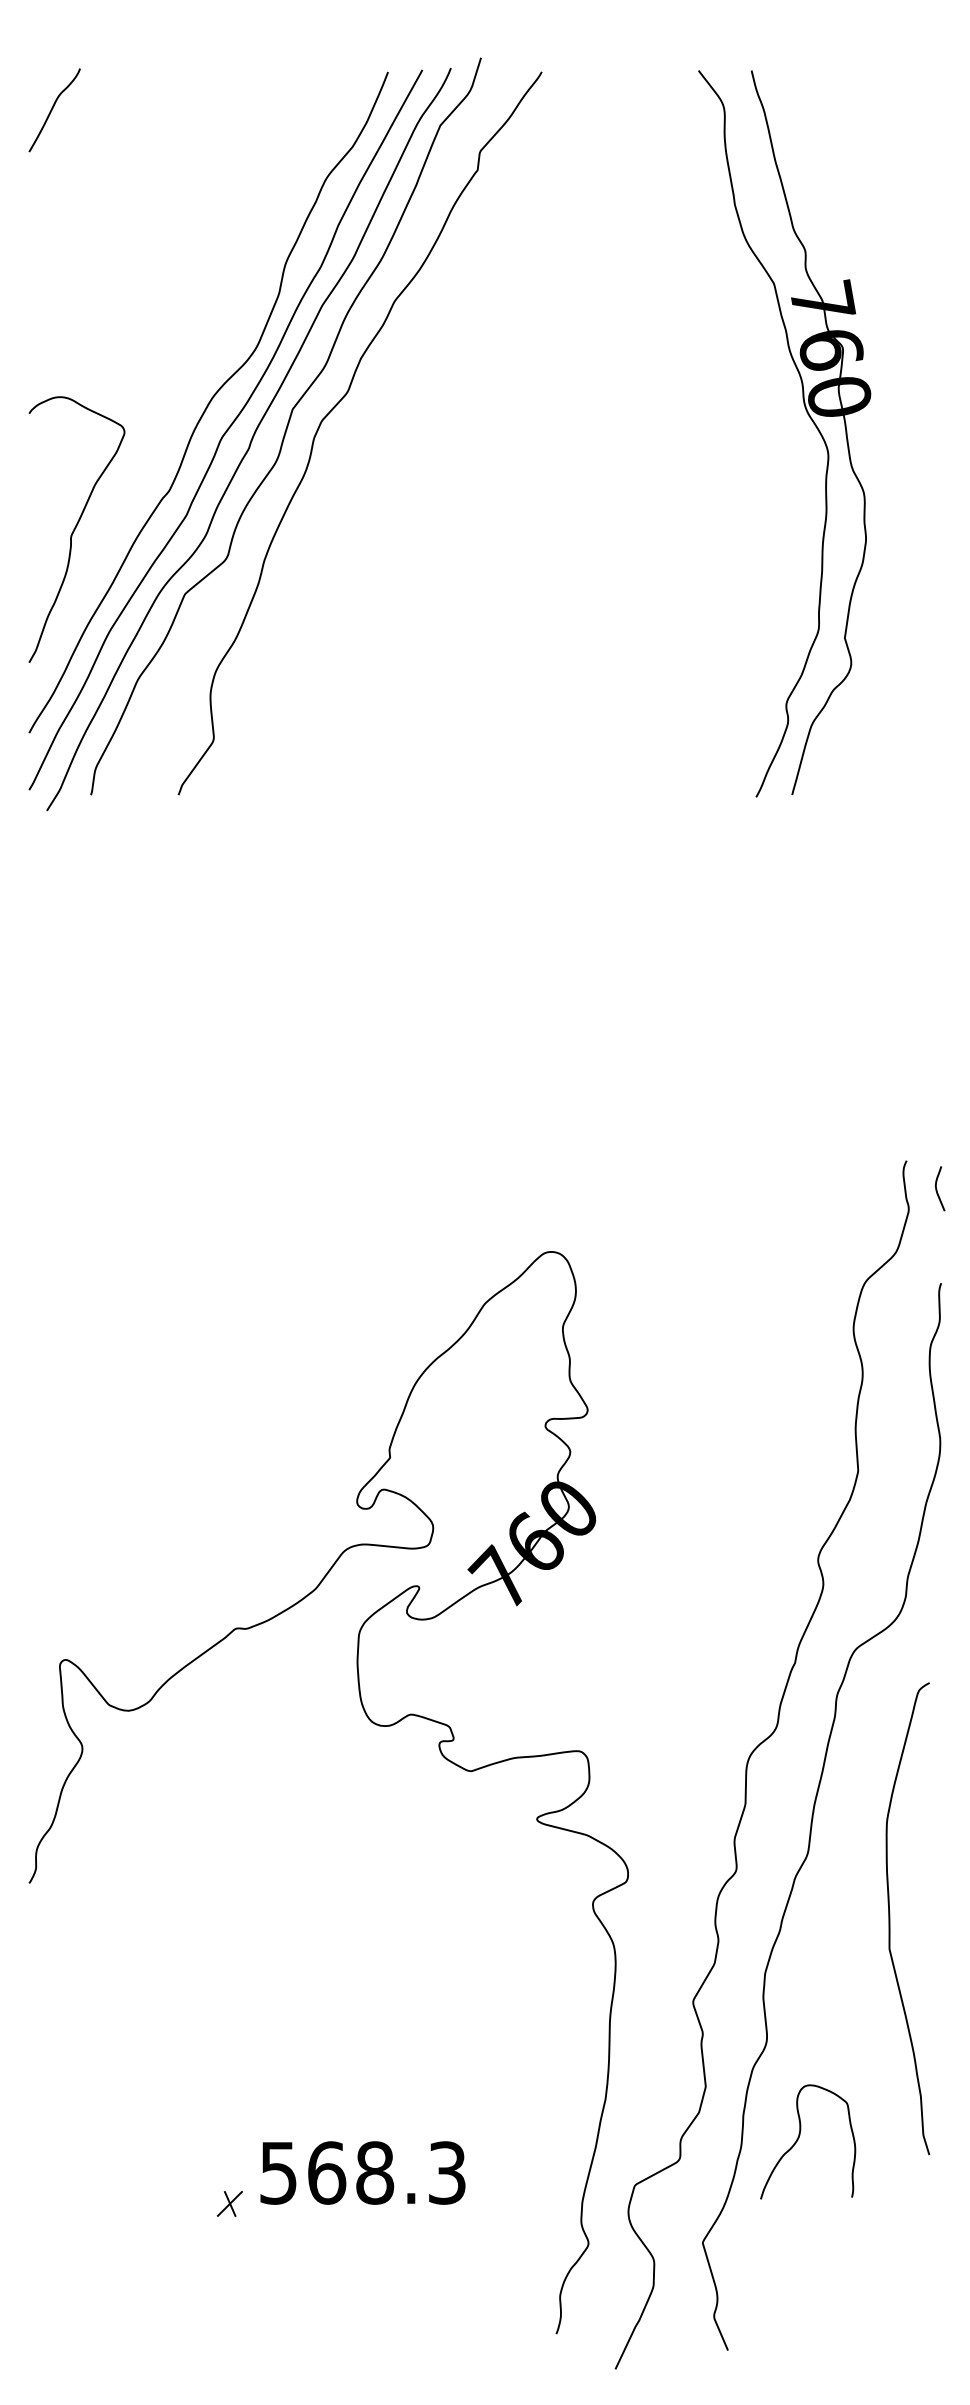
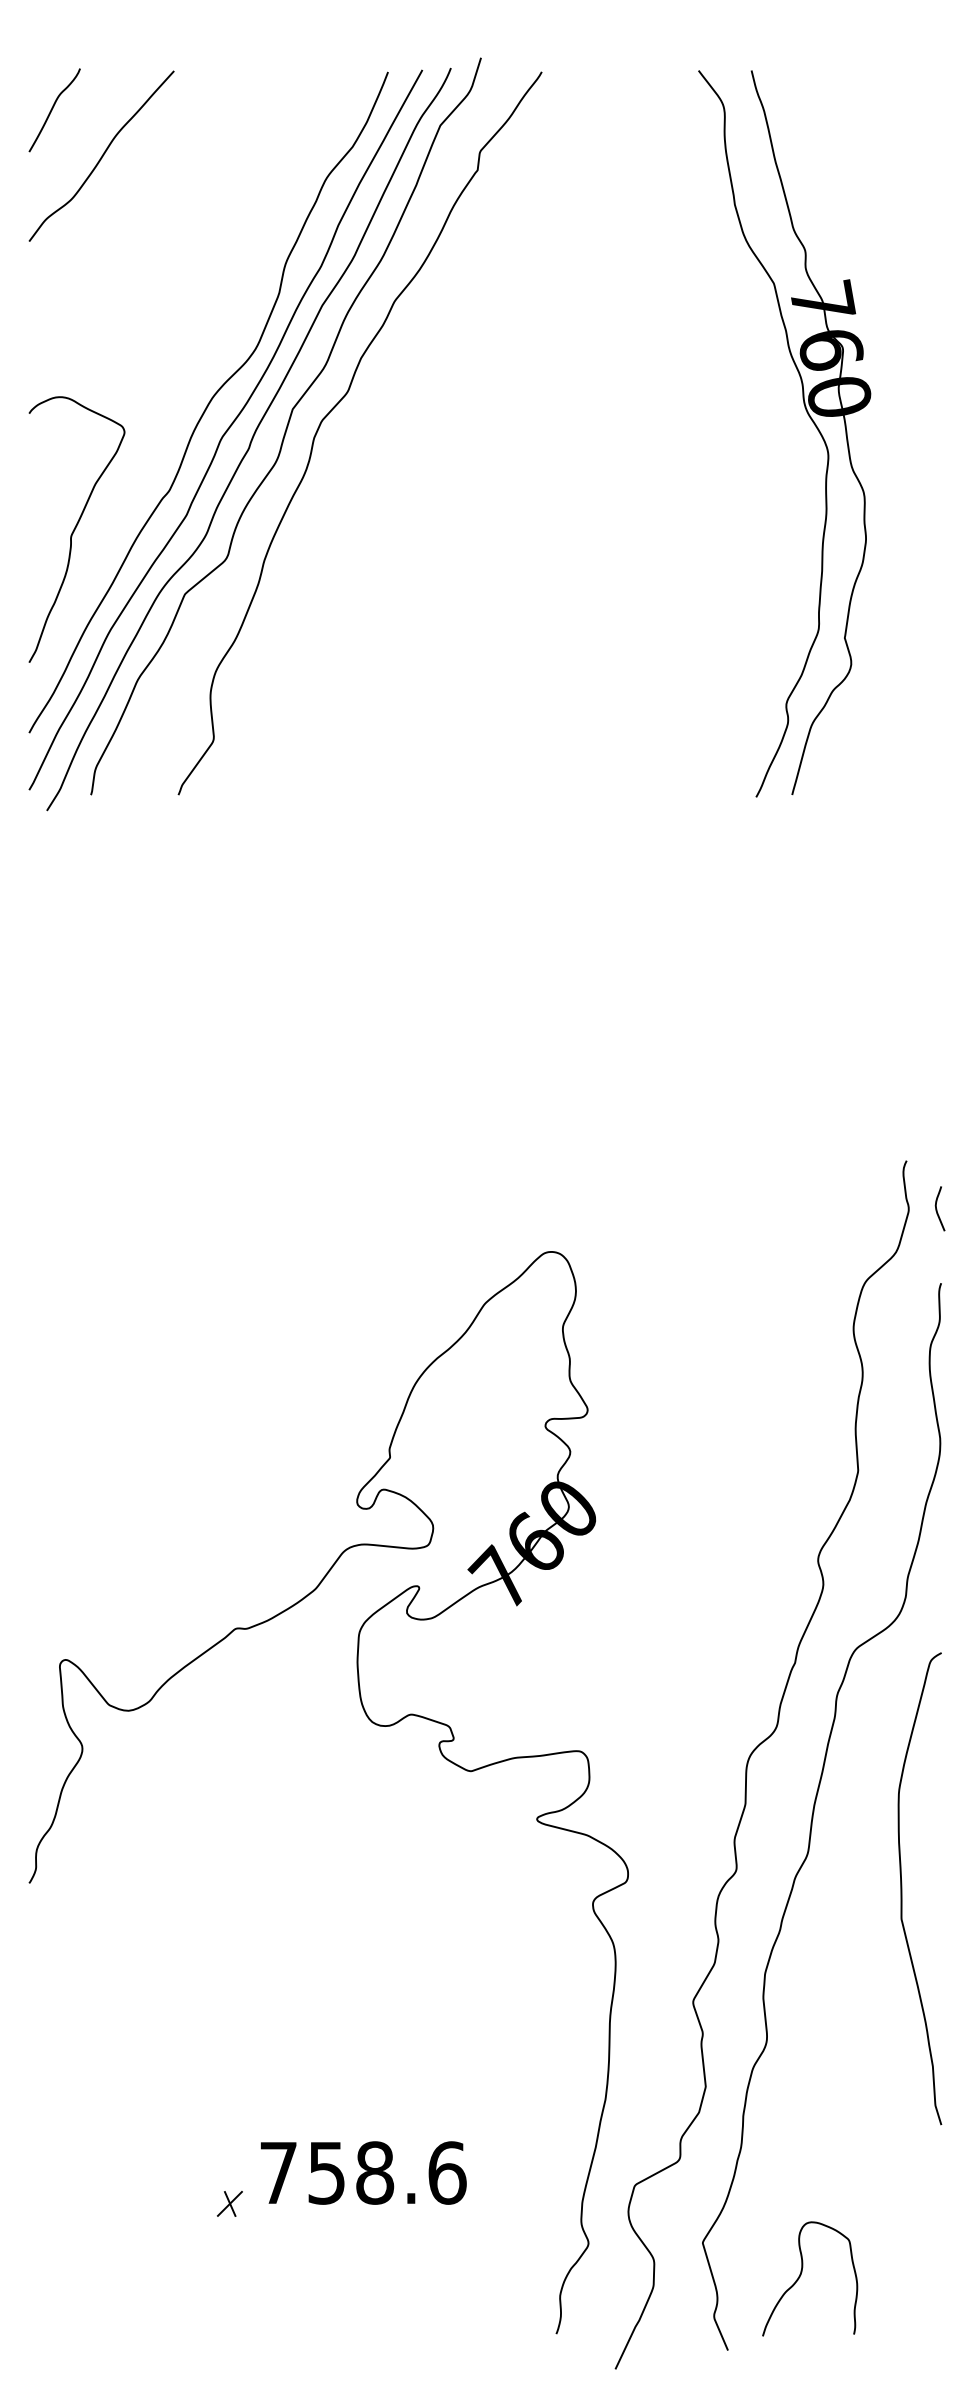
curve at (101, 155): none -> present
curve at (937, 1189) position: (937, 1189) -> (937, 1209)
curve at (890, 1918) position: (890, 1918) -> (902, 1888)
curve at (799, 2138) position: (799, 2138) -> (801, 2275)
text at (363, 2172): 568.3 -> 758.6
